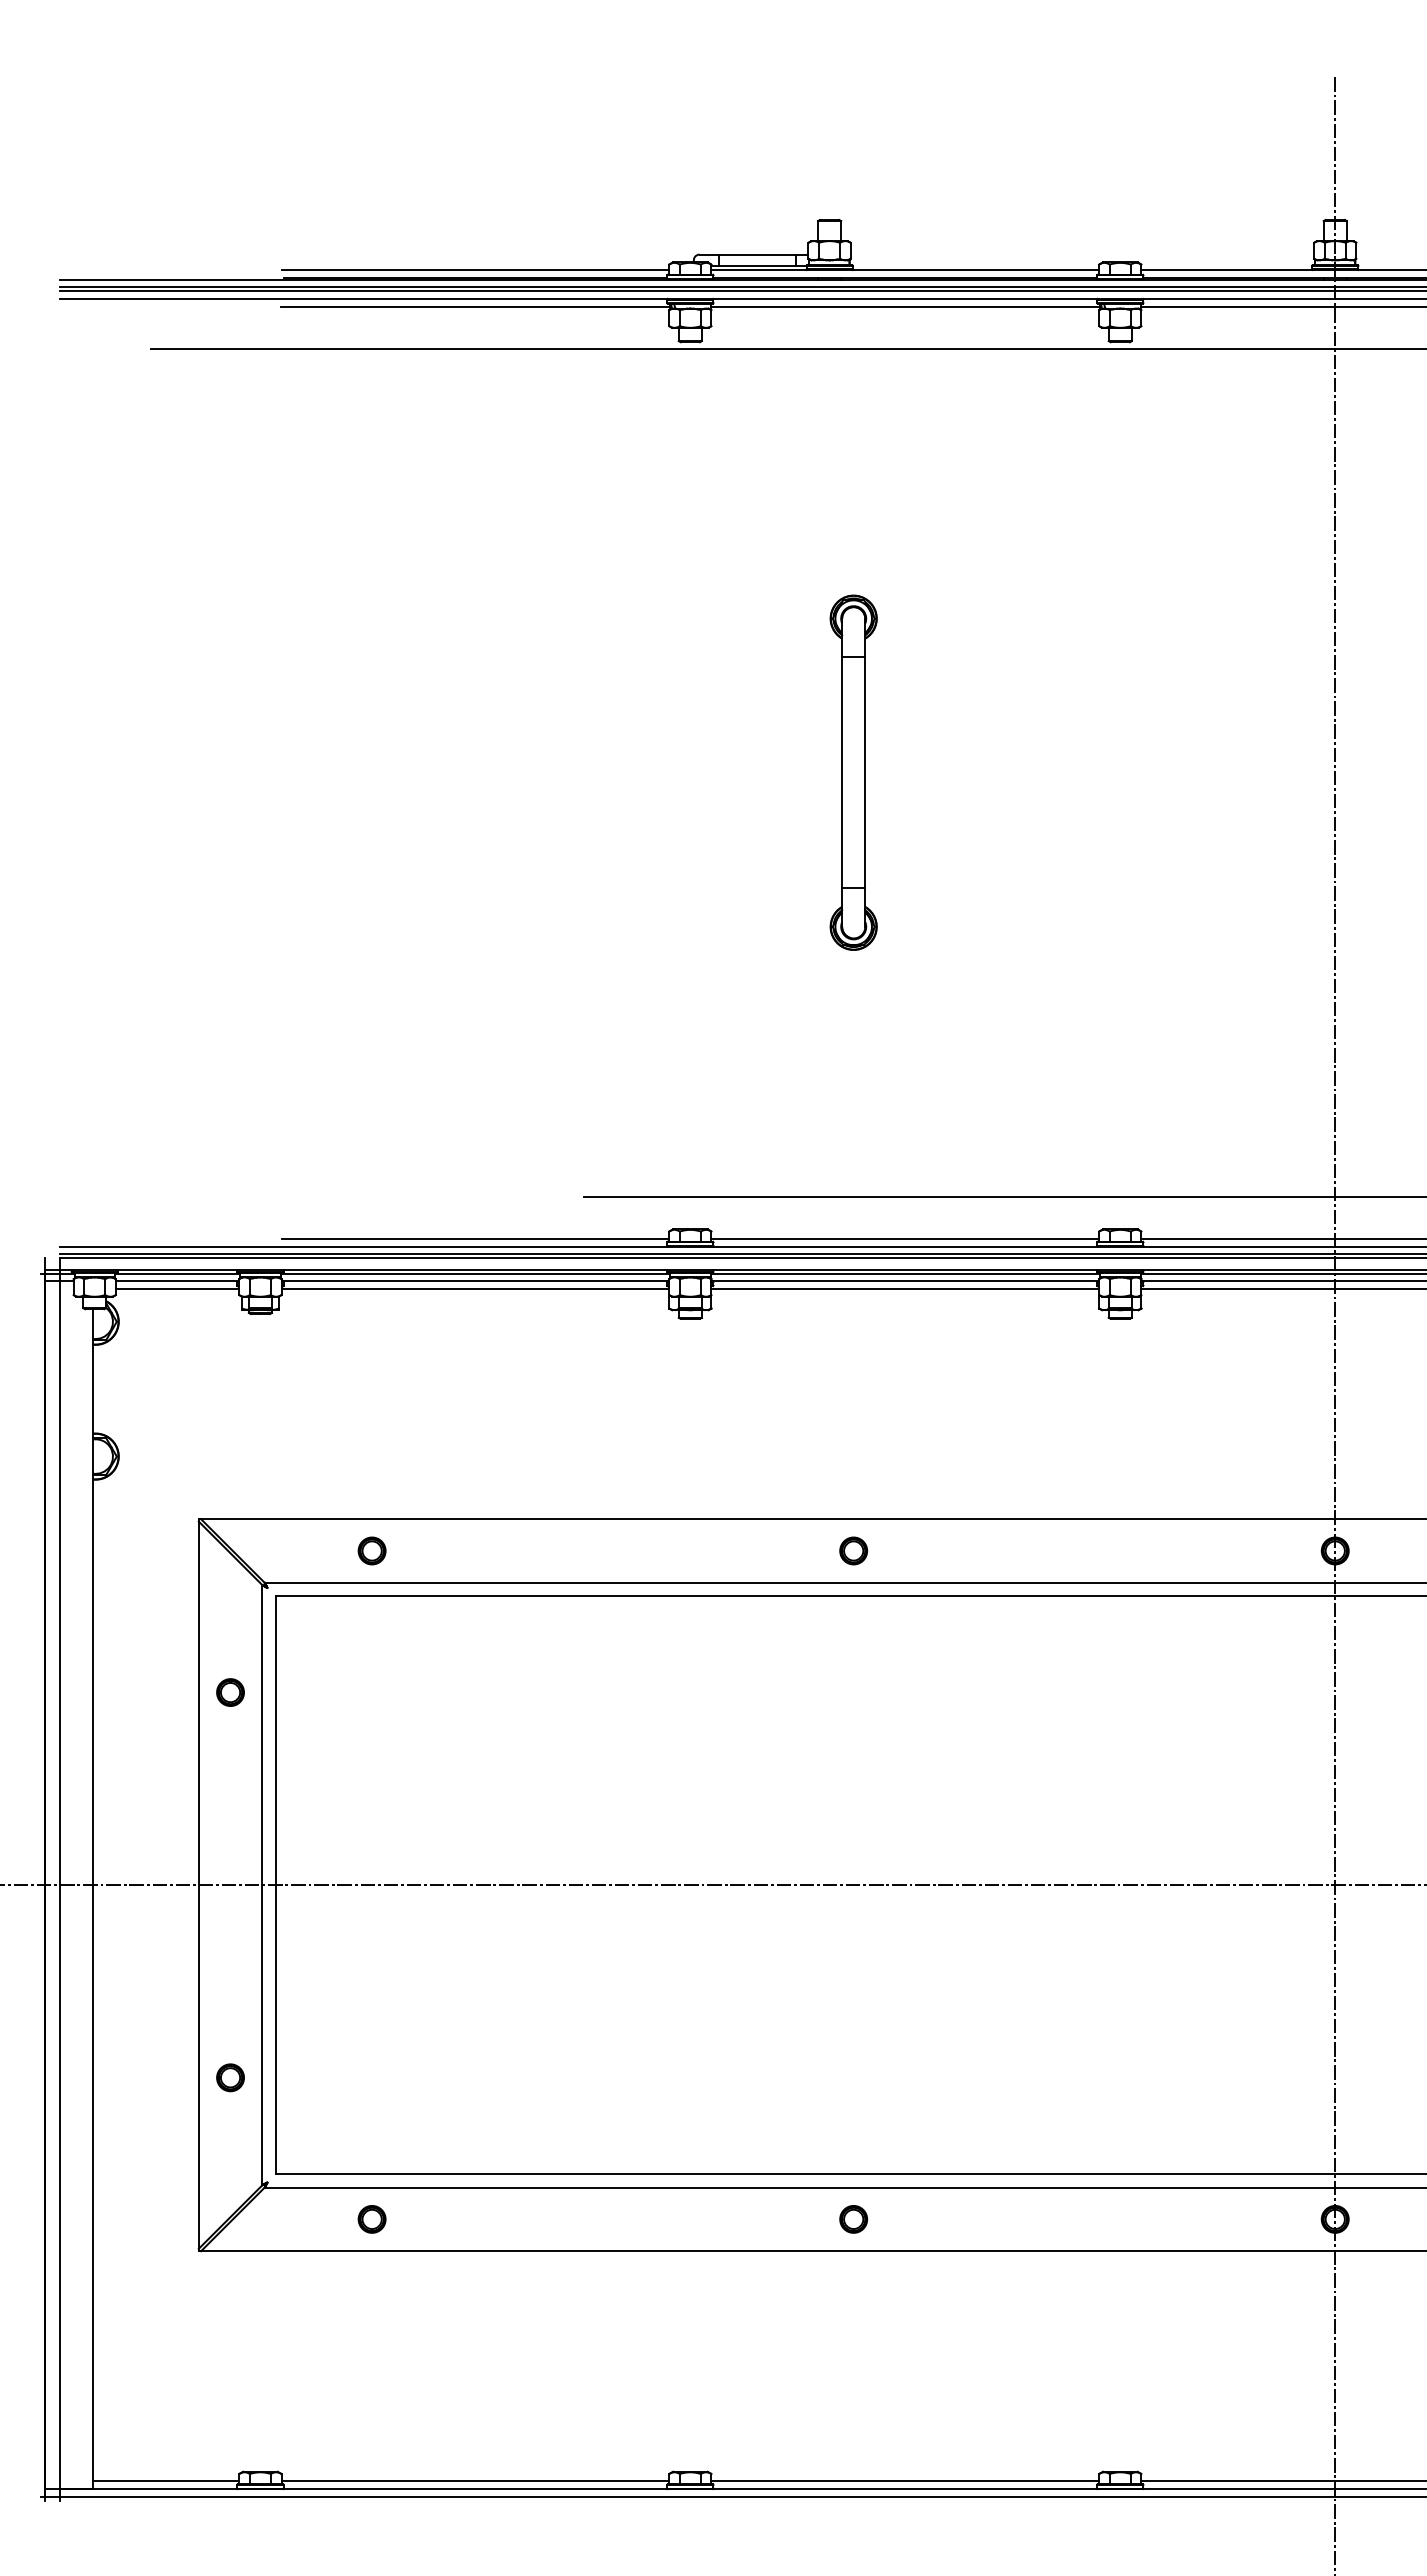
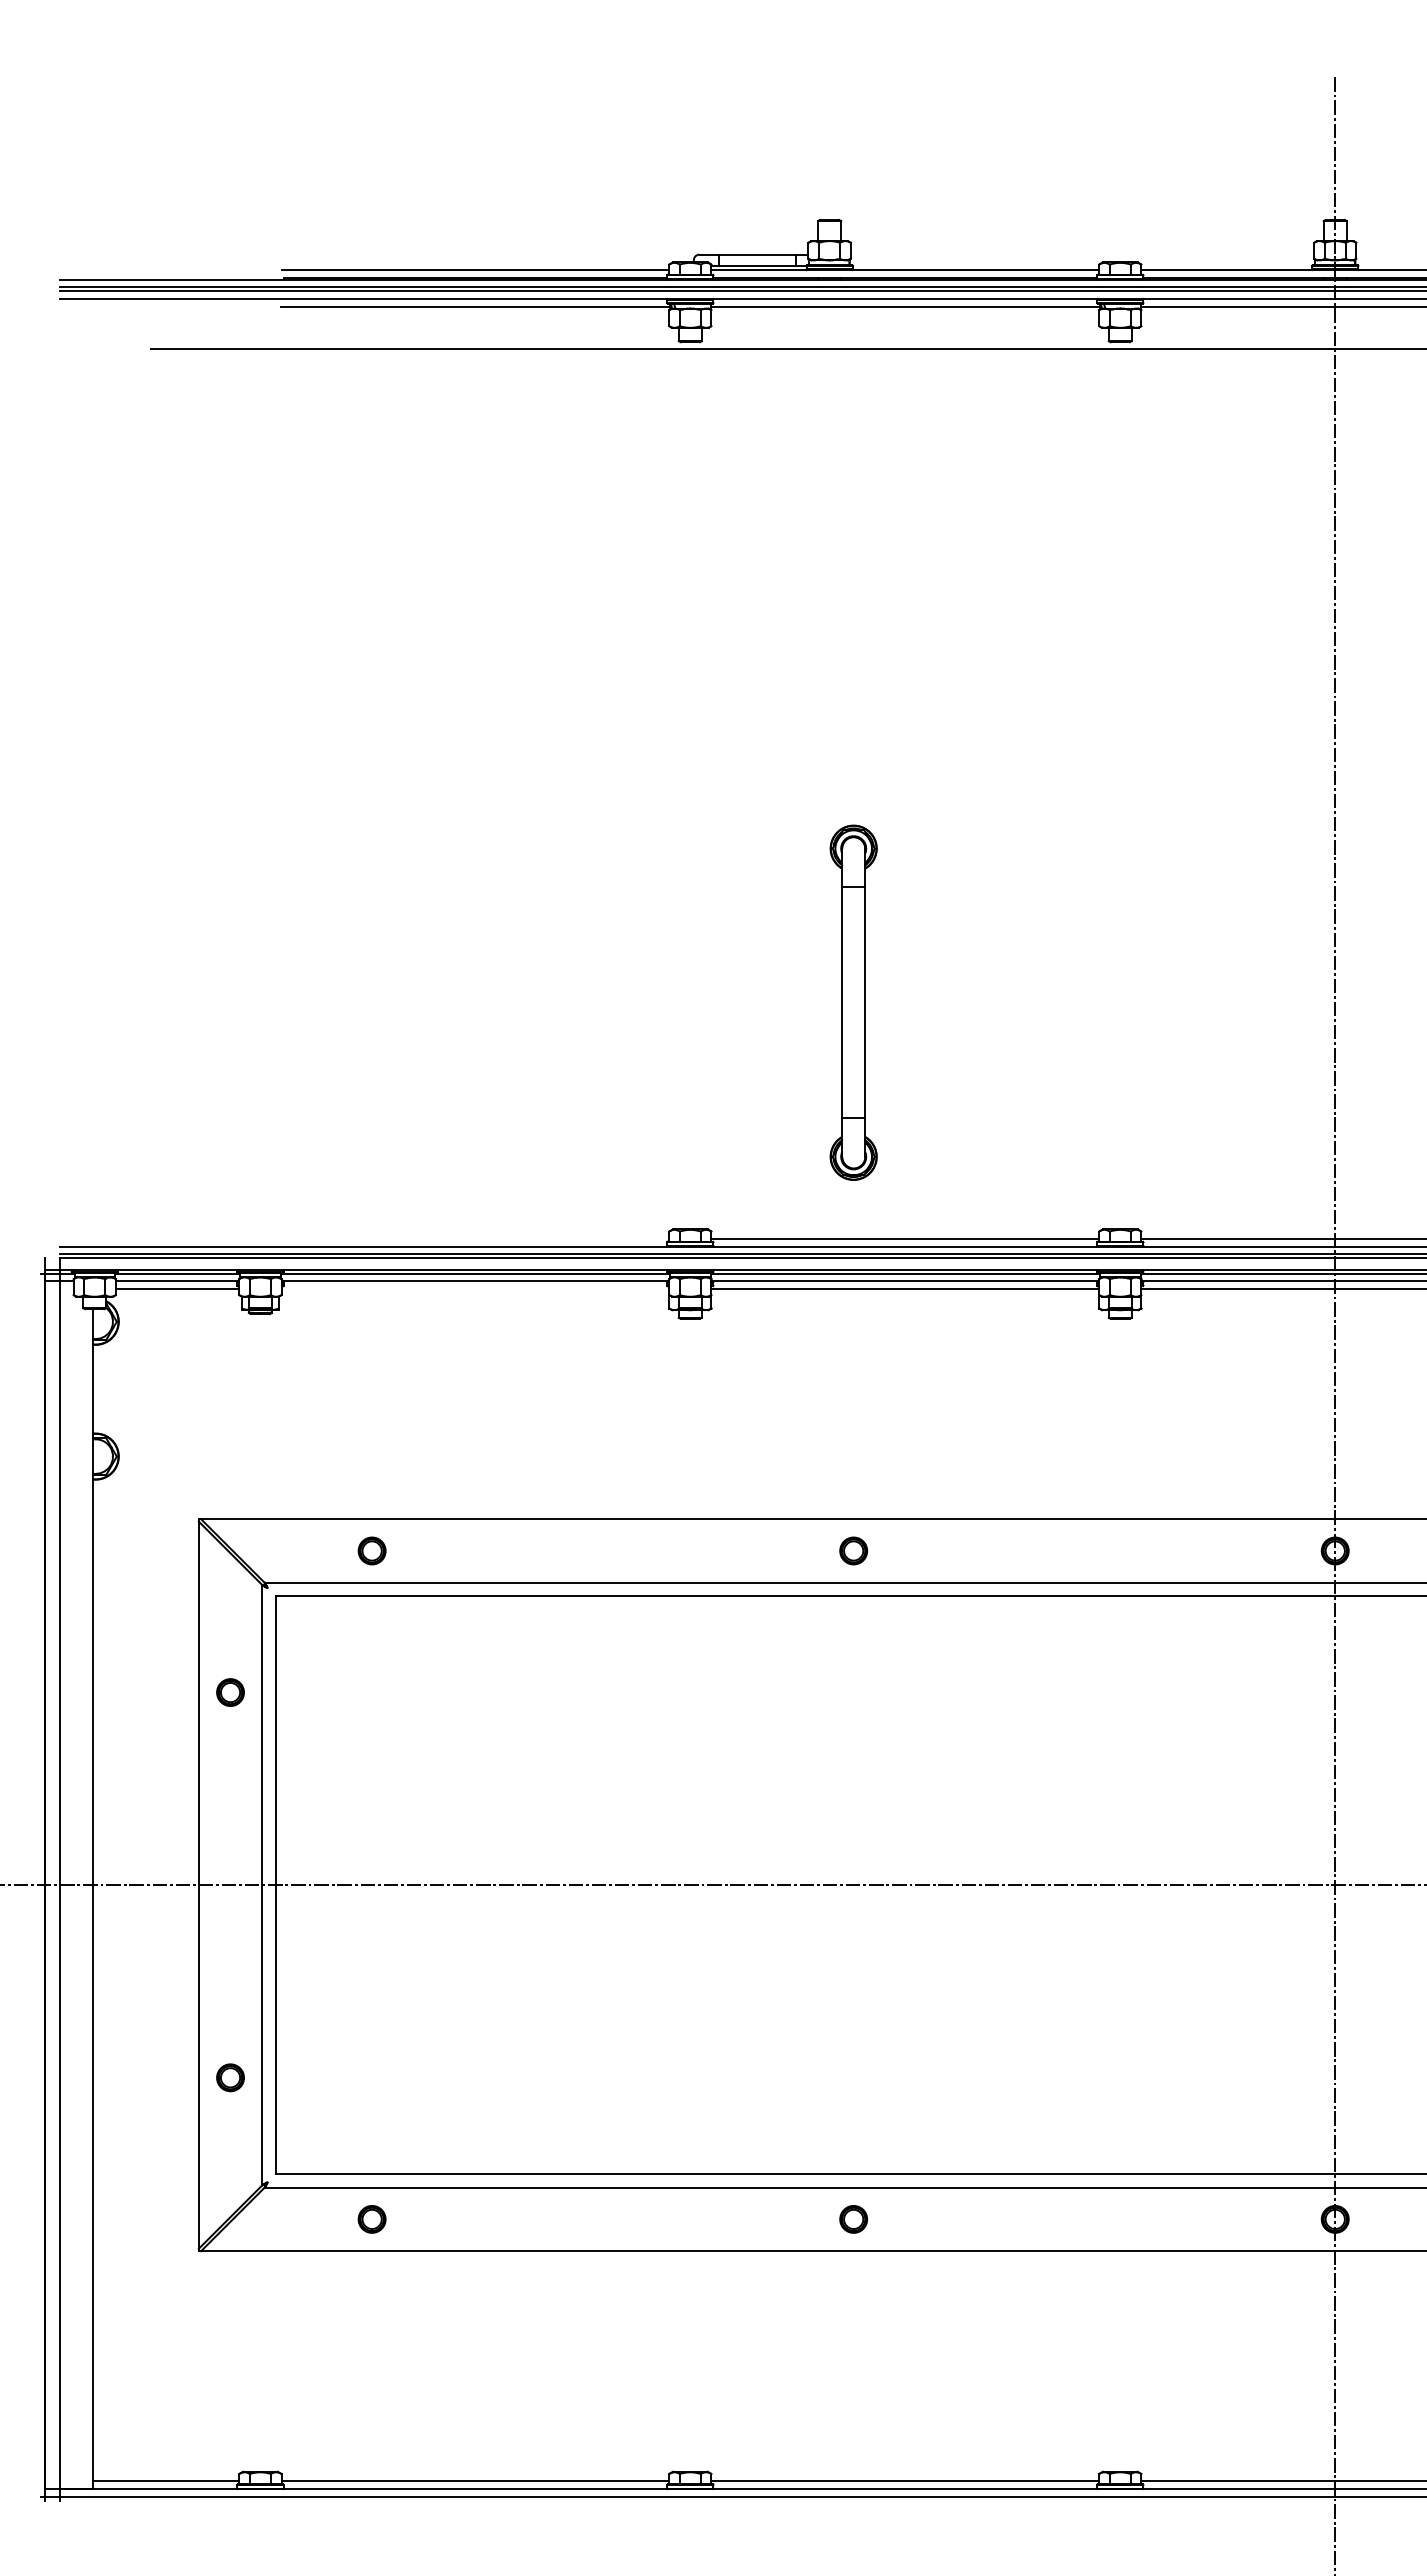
part at (853, 772) position: (853, 772) -> (853, 1002)
line at (1003, 1196): present -> none
line at (475, 1238): present -> none
line at (475, 1289): present -> none
